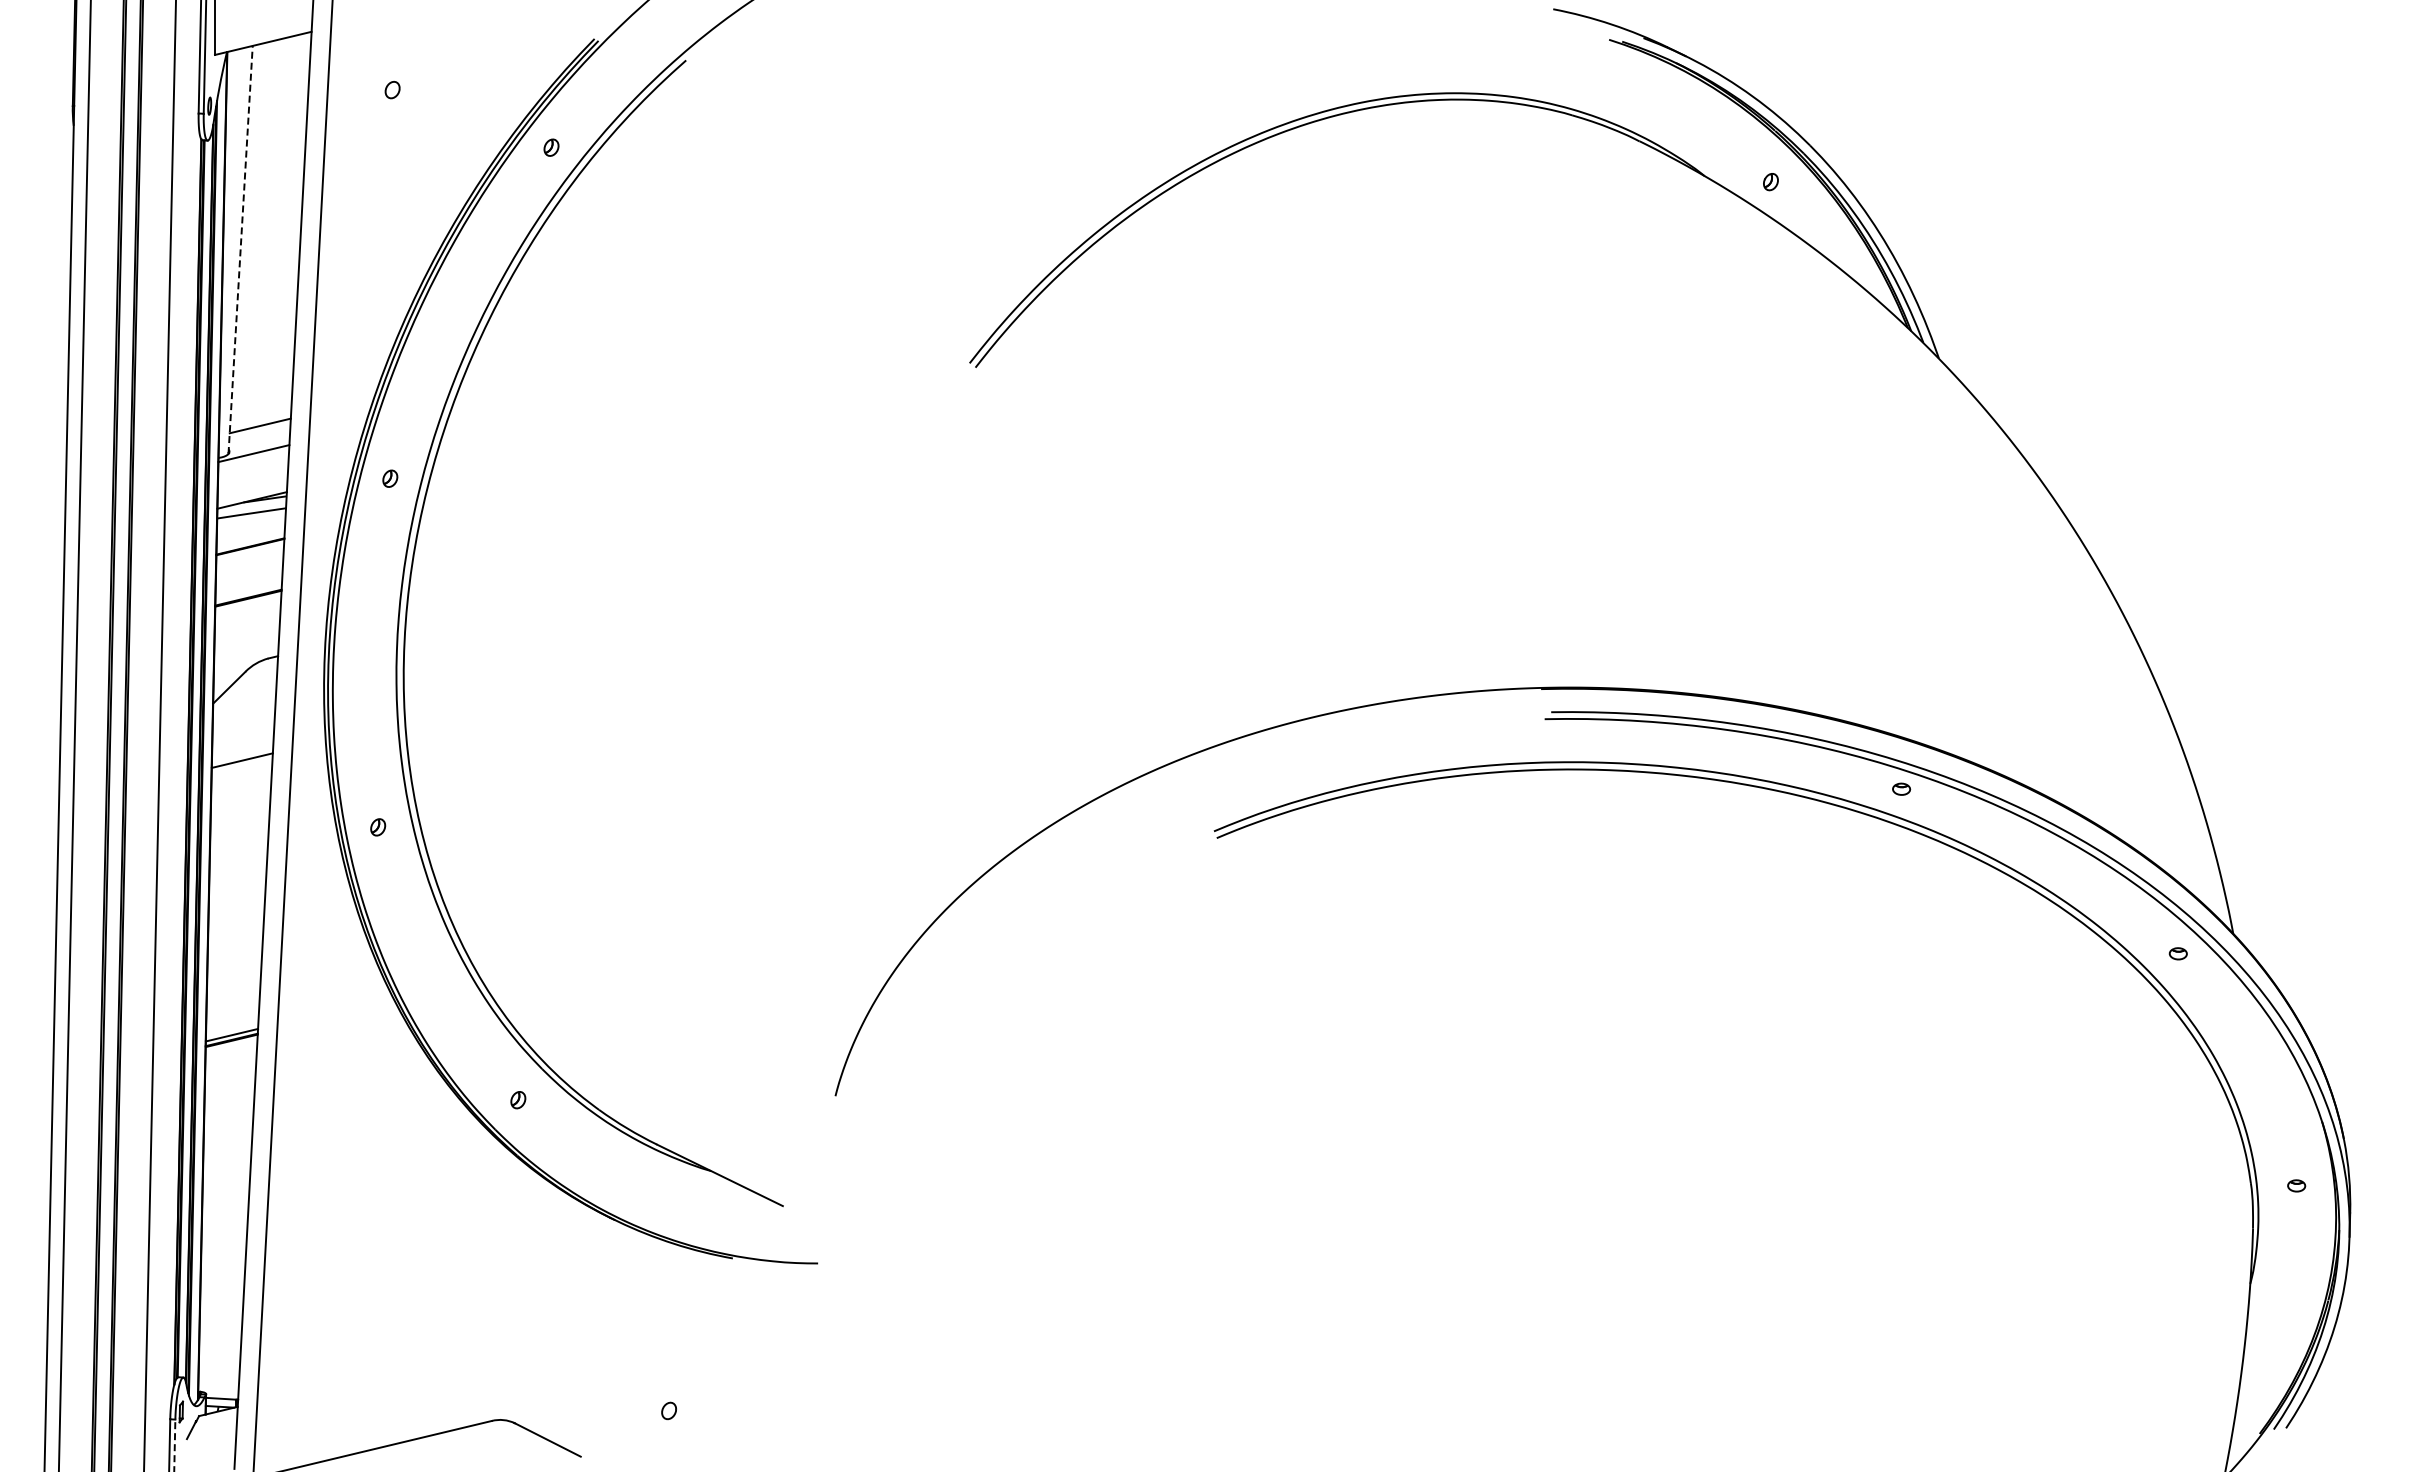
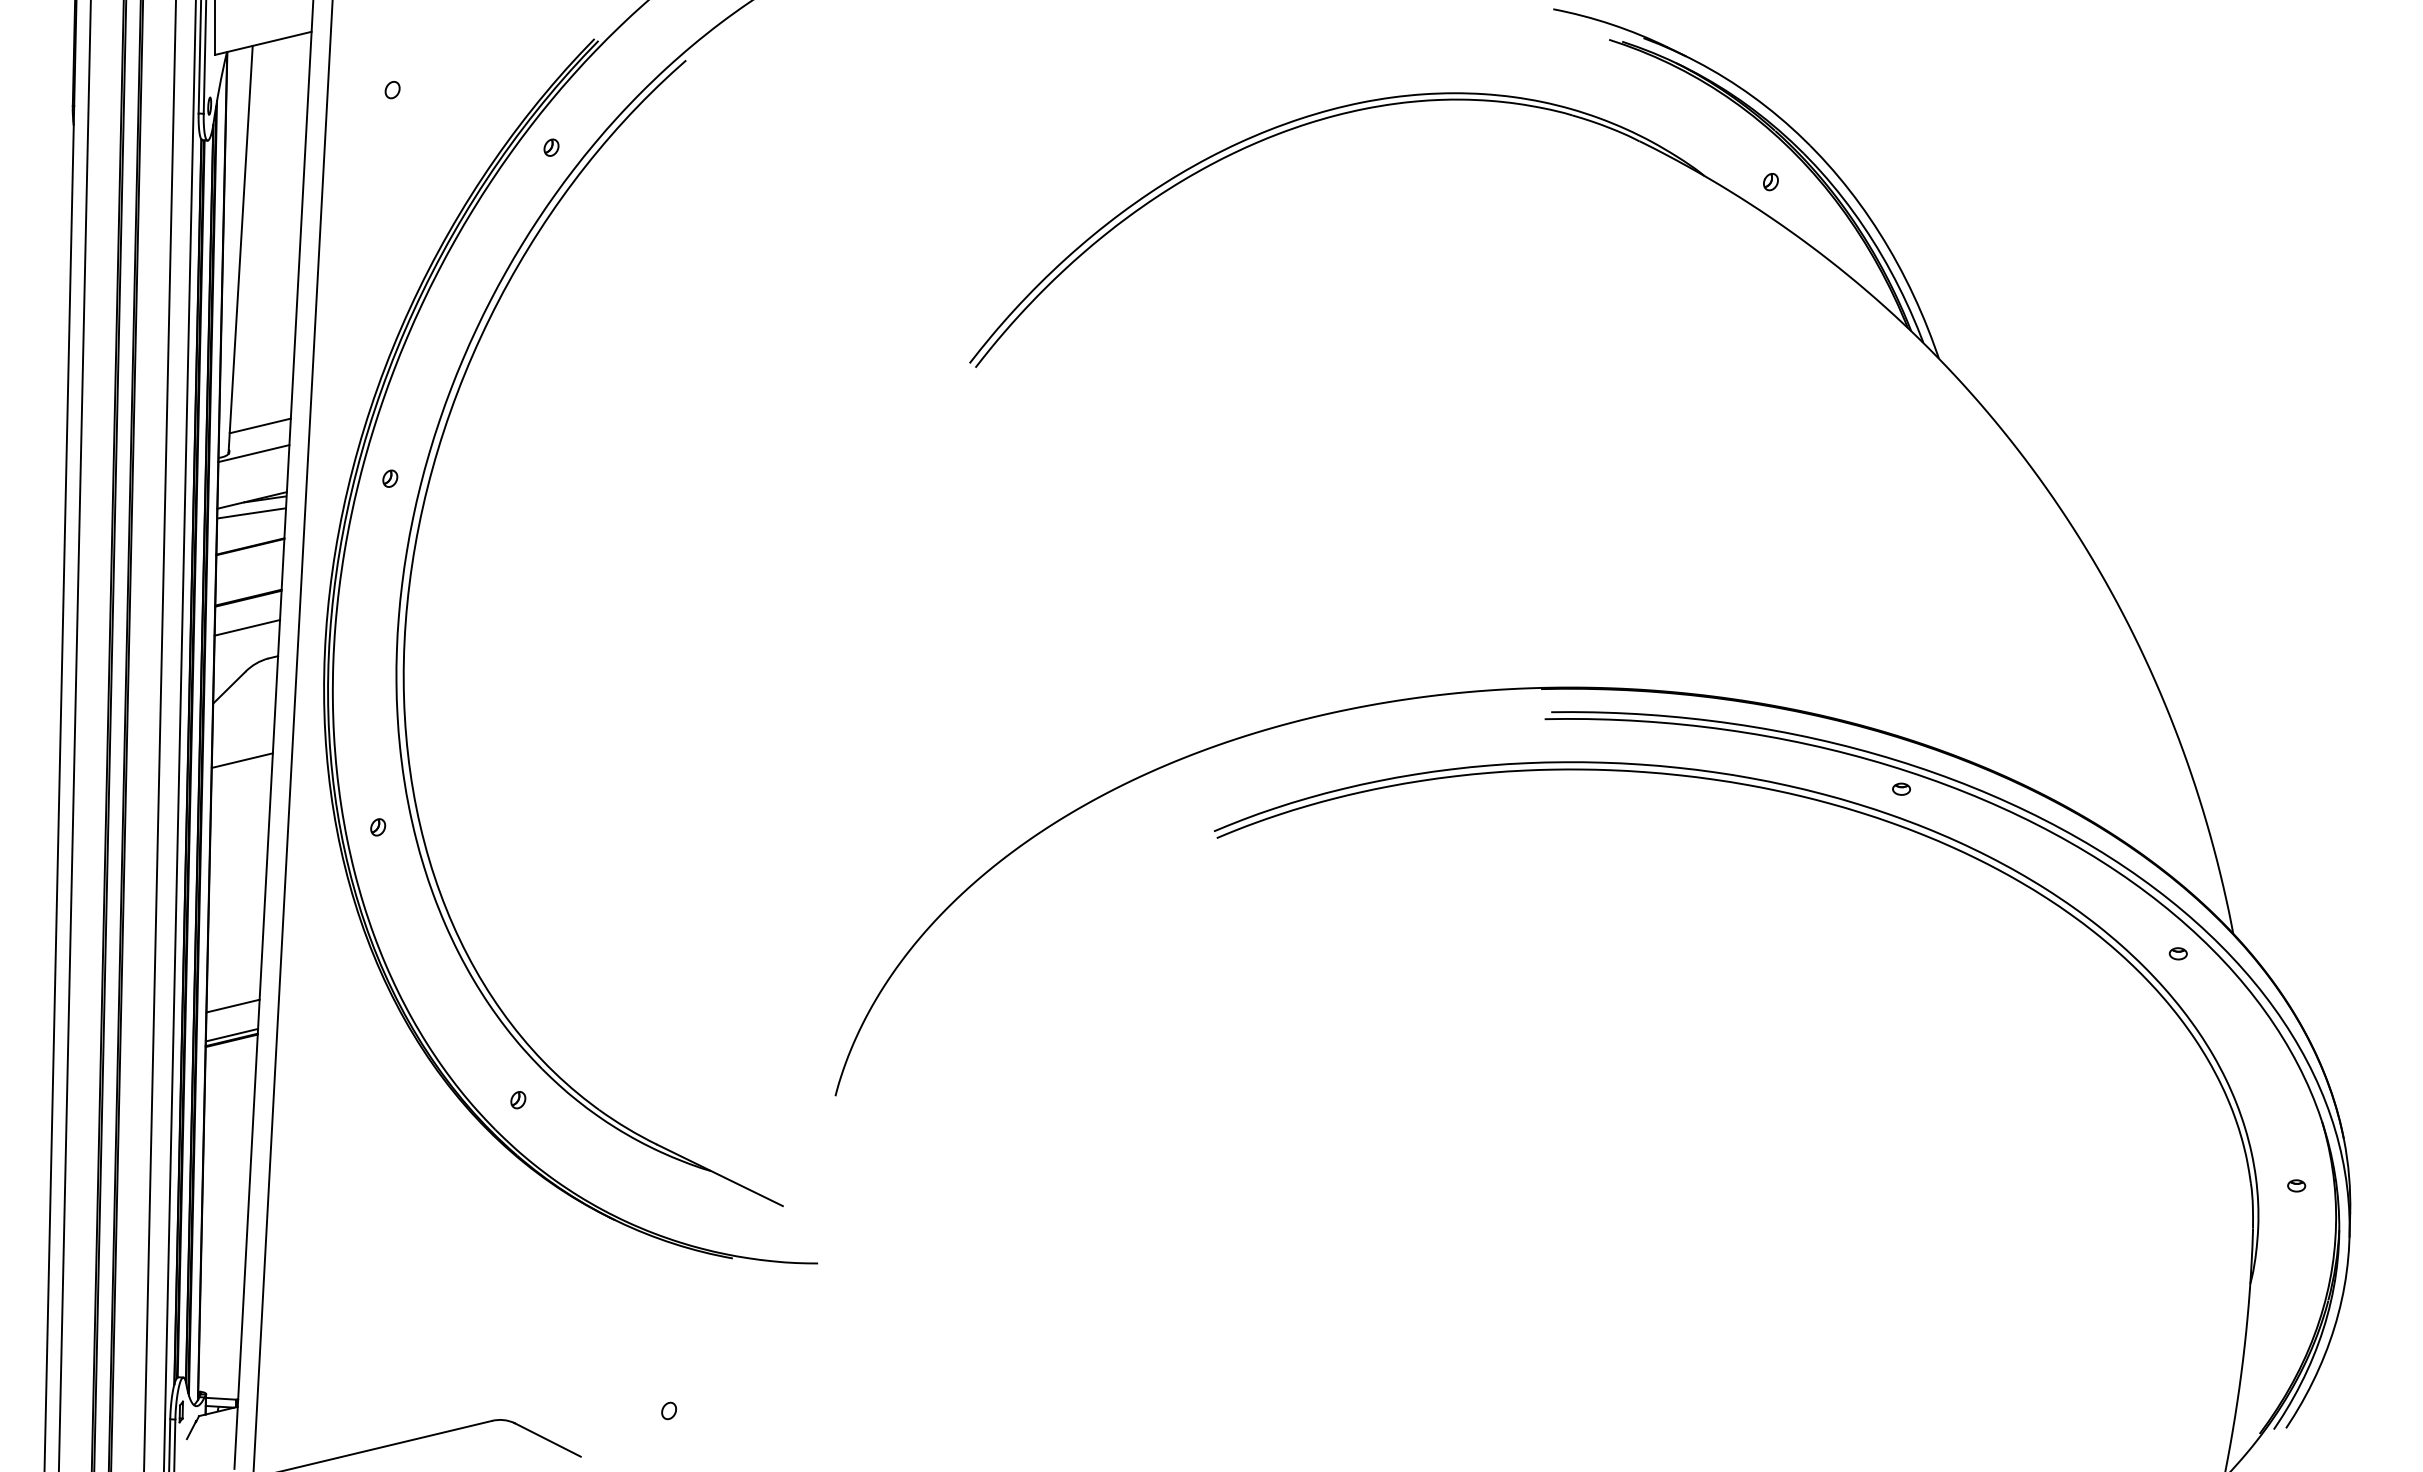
line at (240, 249): dashed -> solid
line at (247, 627): none -> present
line at (179, 735): none -> present
line at (232, 1005): none -> present
line at (174, 1445): dashed -> solid
